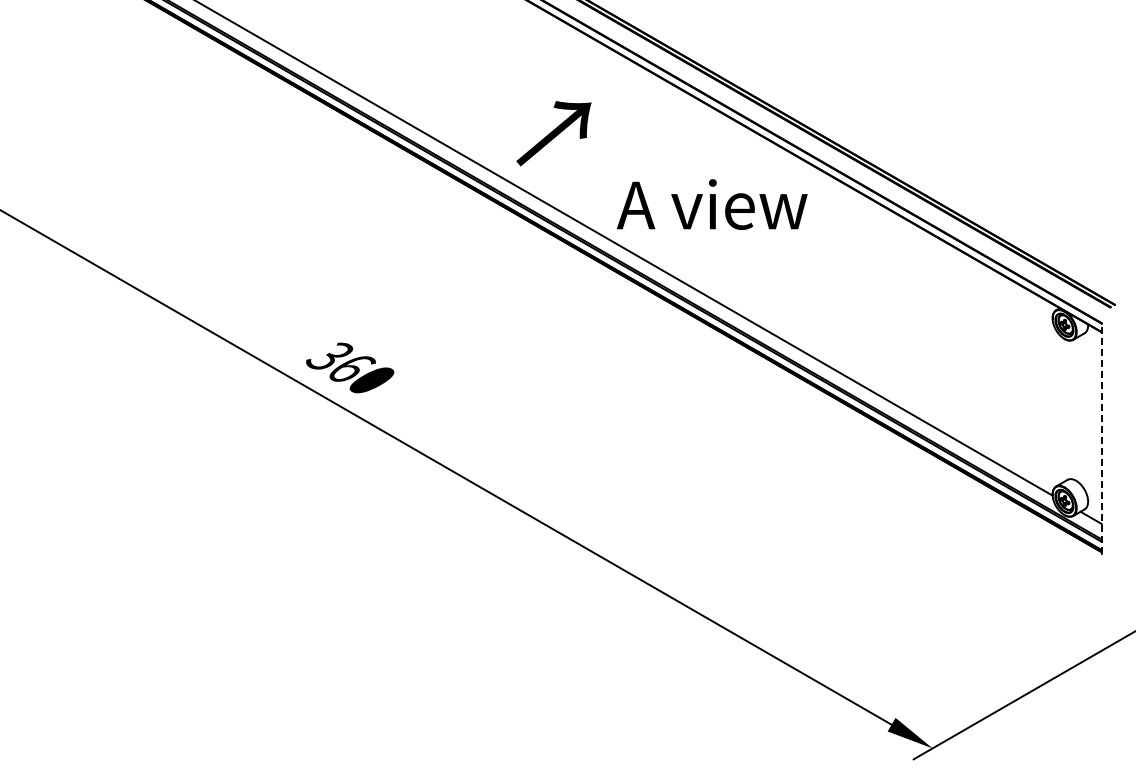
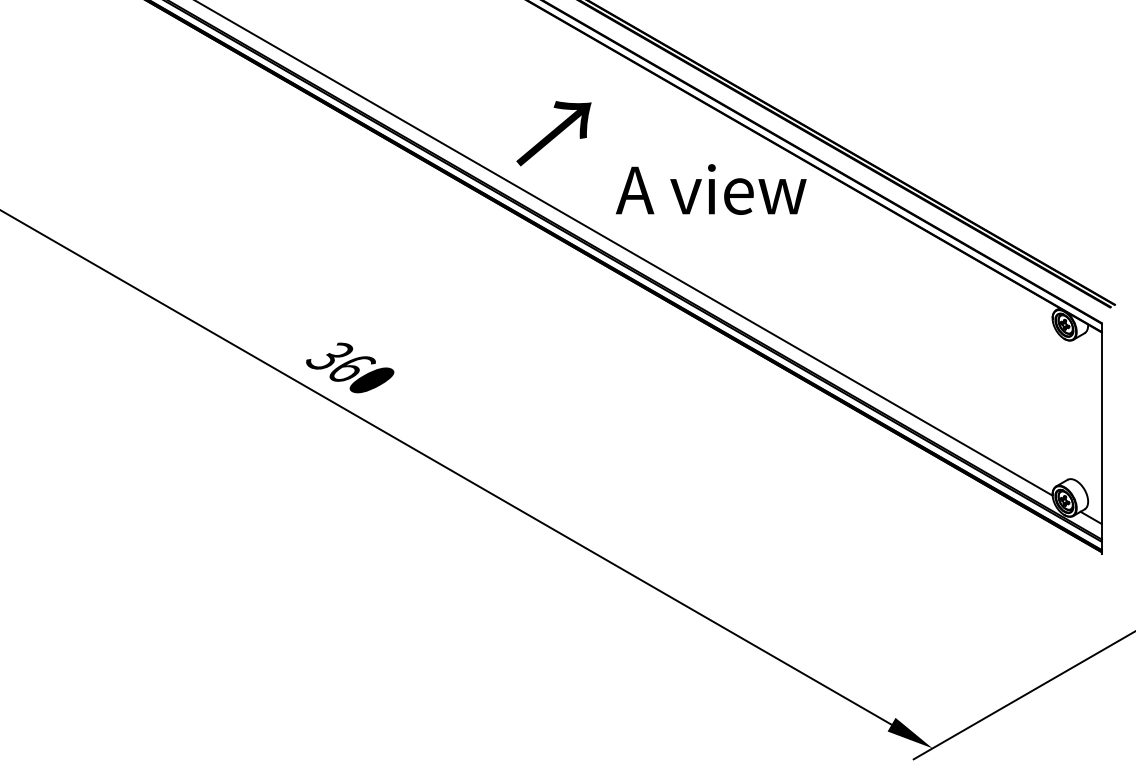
text at (712, 204) position: (712, 204) -> (711, 189)
line at (1101, 438): dashed -> solid
